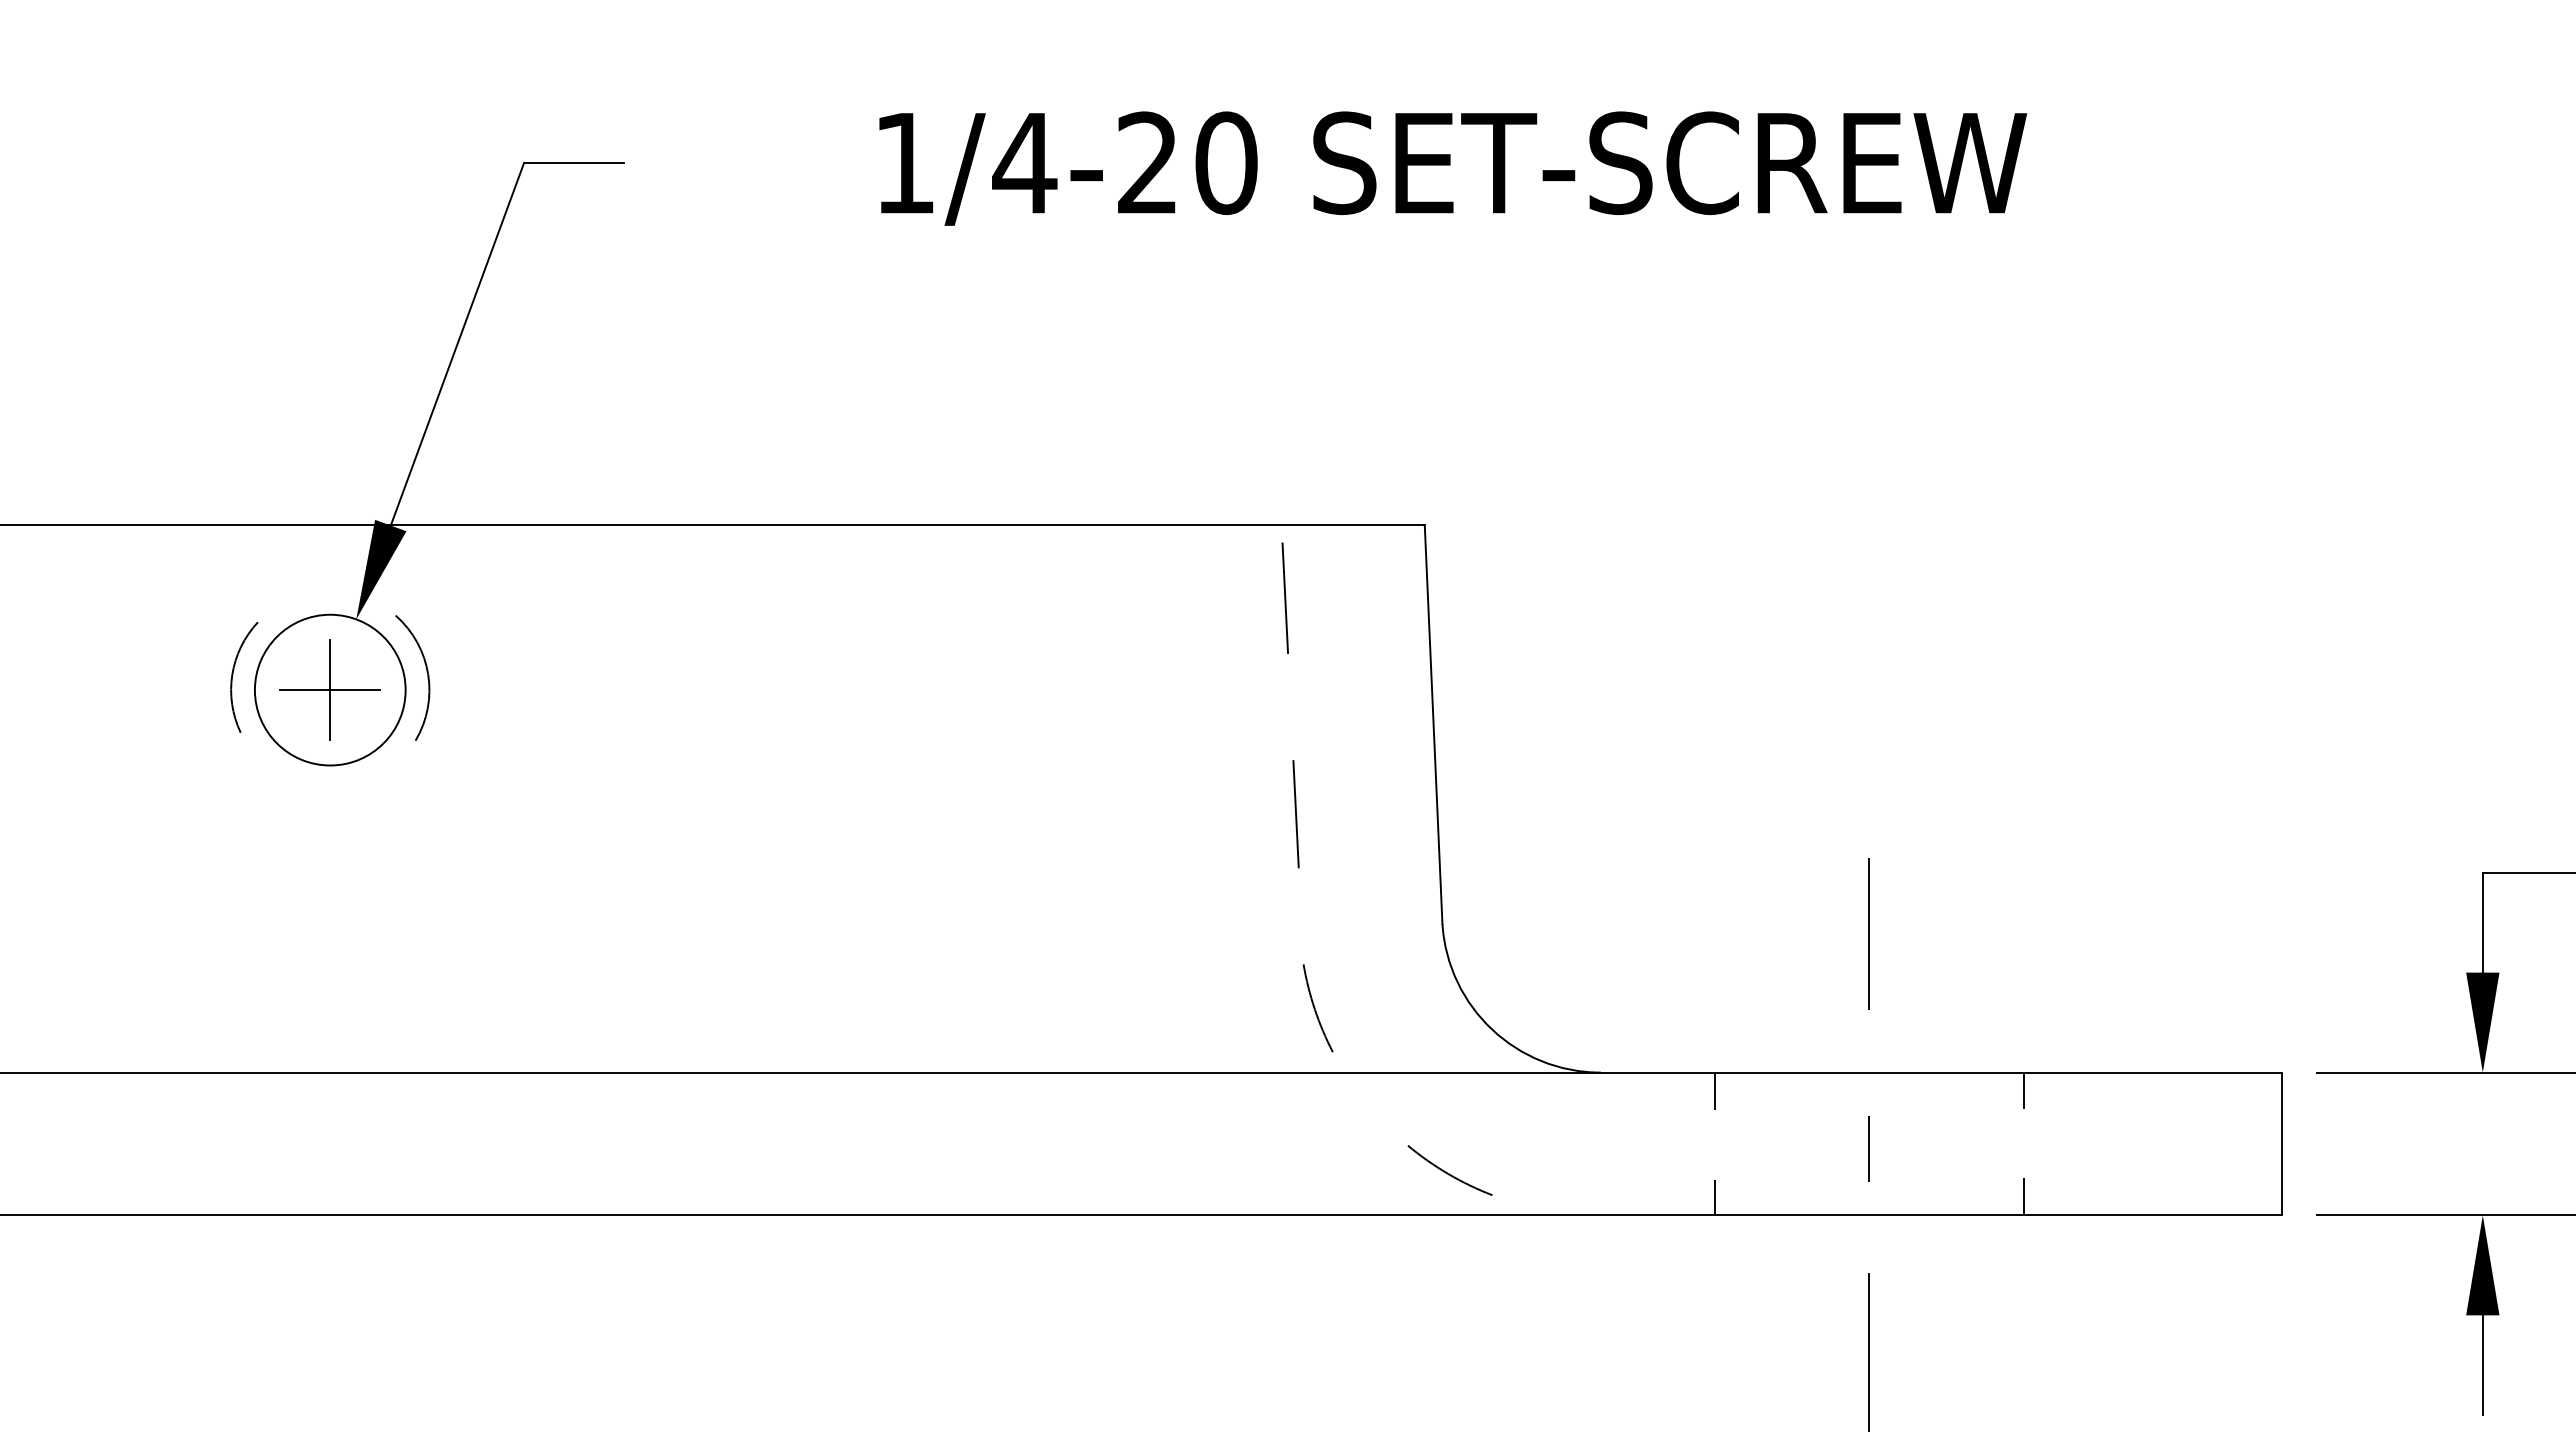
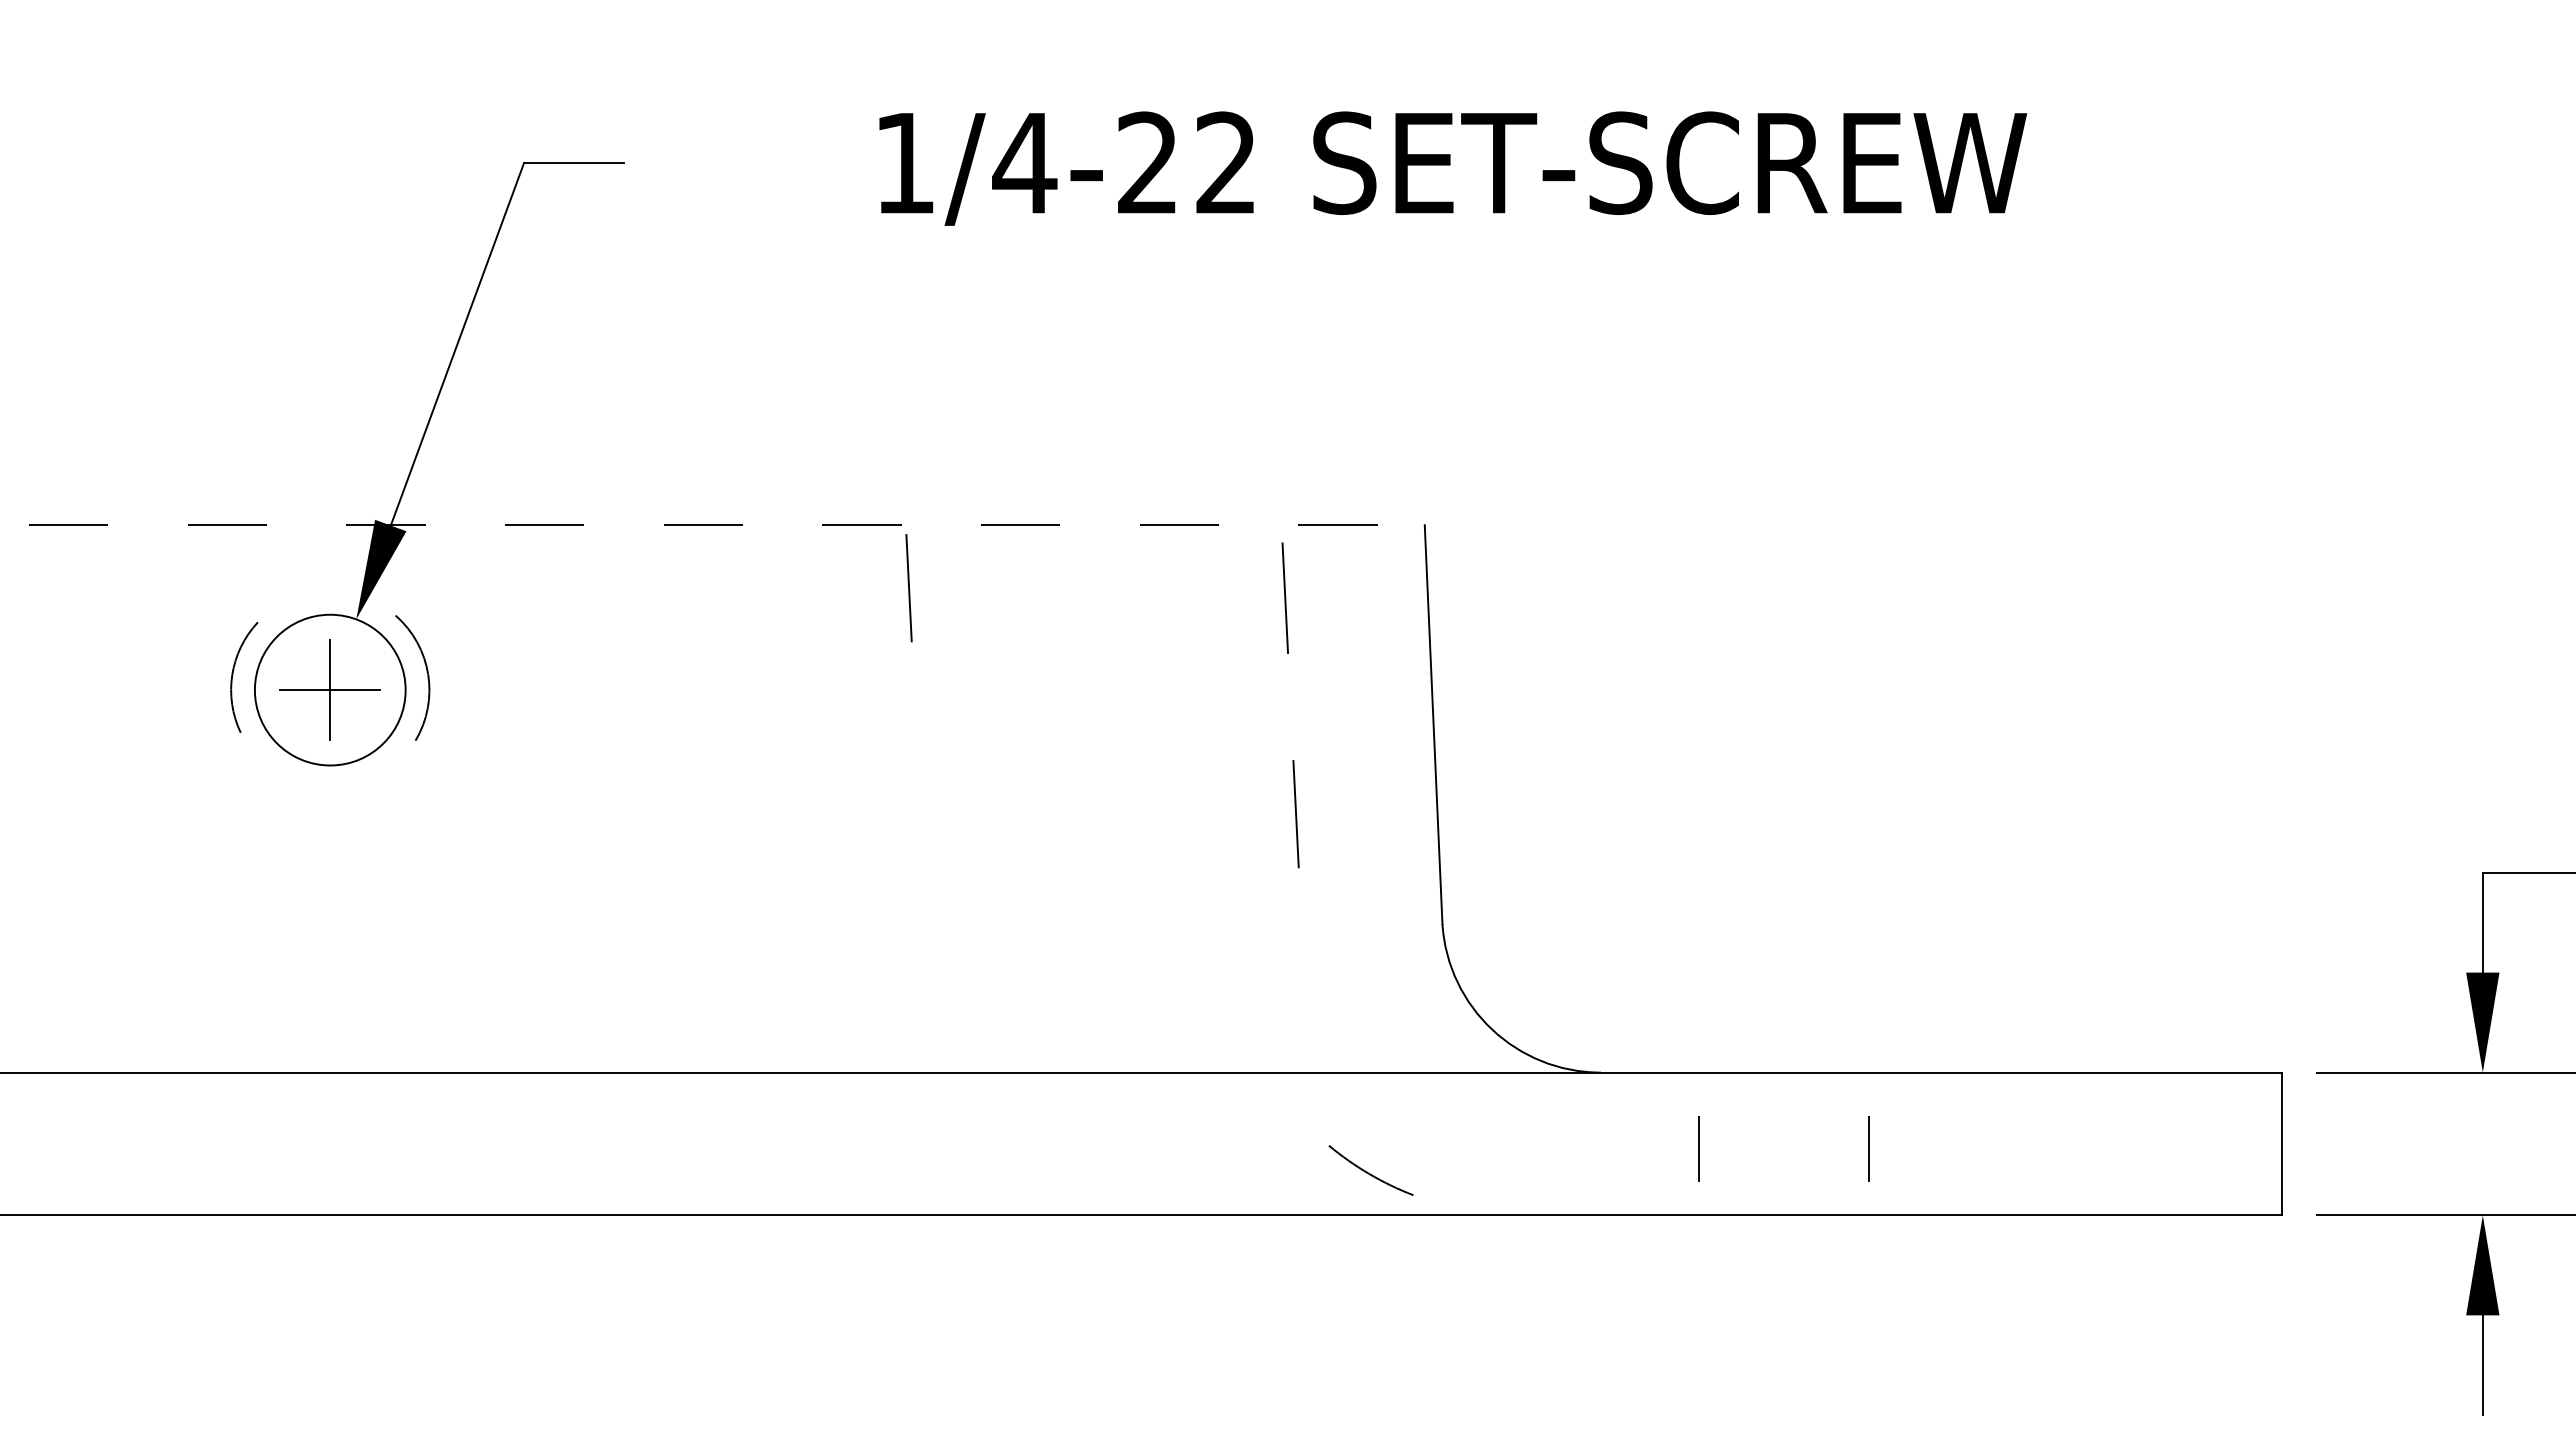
text at (1226, 163): 1/4-20 -> 1/4-22
line at (712, 525): solid -> dashed
line at (908, 588): none -> present
line at (1869, 934): present -> none
arc at (1315, 1008): present -> none
line at (2024, 1090): present -> none
line at (1714, 1091): present -> none
line at (1698, 1148): none -> present
arc at (1447, 1172) position: (1447, 1172) -> (1368, 1172)
line at (2024, 1196): present -> none
line at (1714, 1197): present -> none
line at (1869, 1352): present -> none
